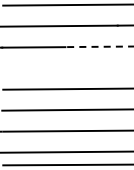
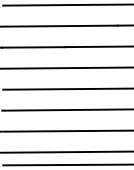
line at (98, 46): dashed -> solid
line at (66, 67): none -> present
